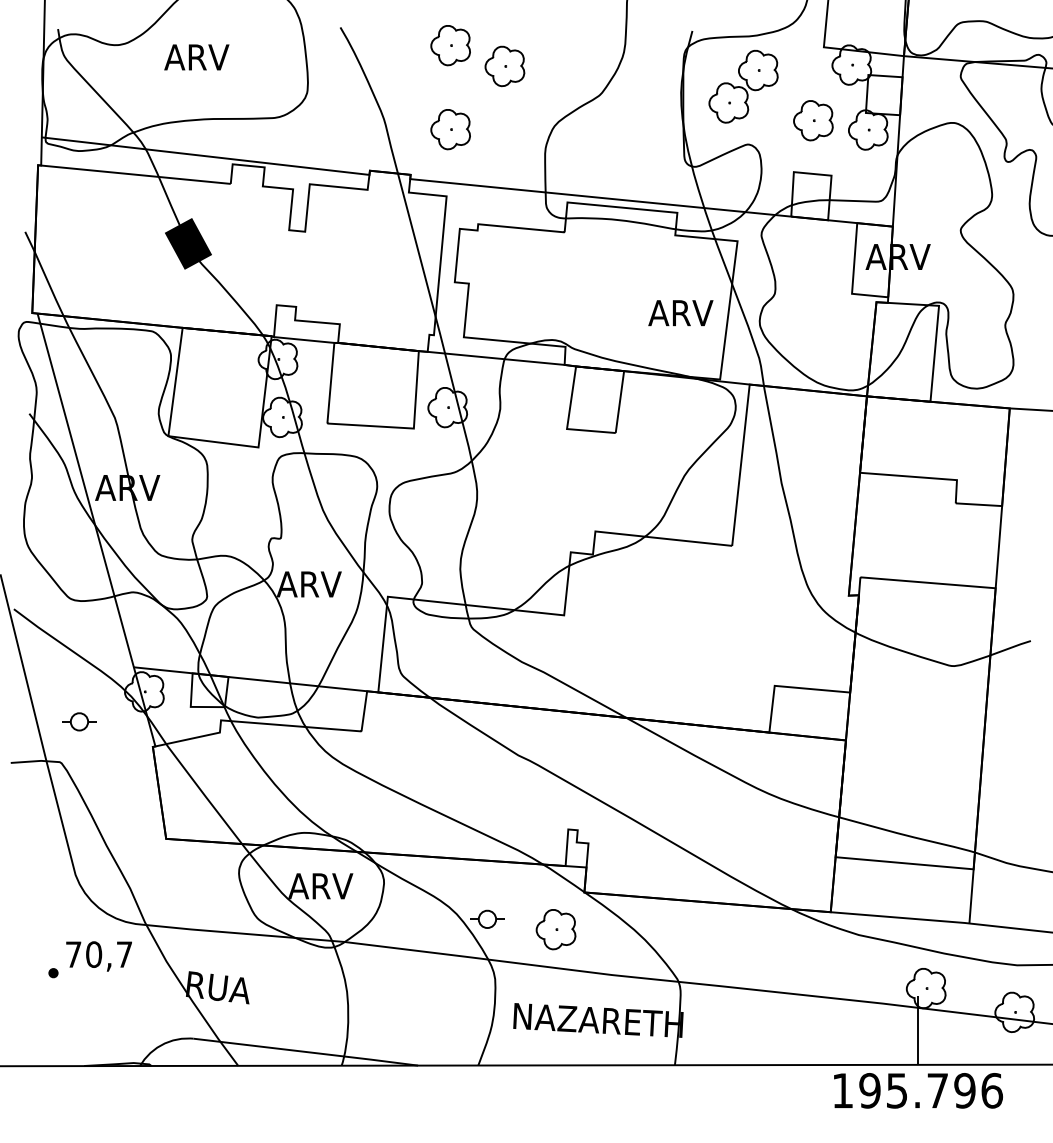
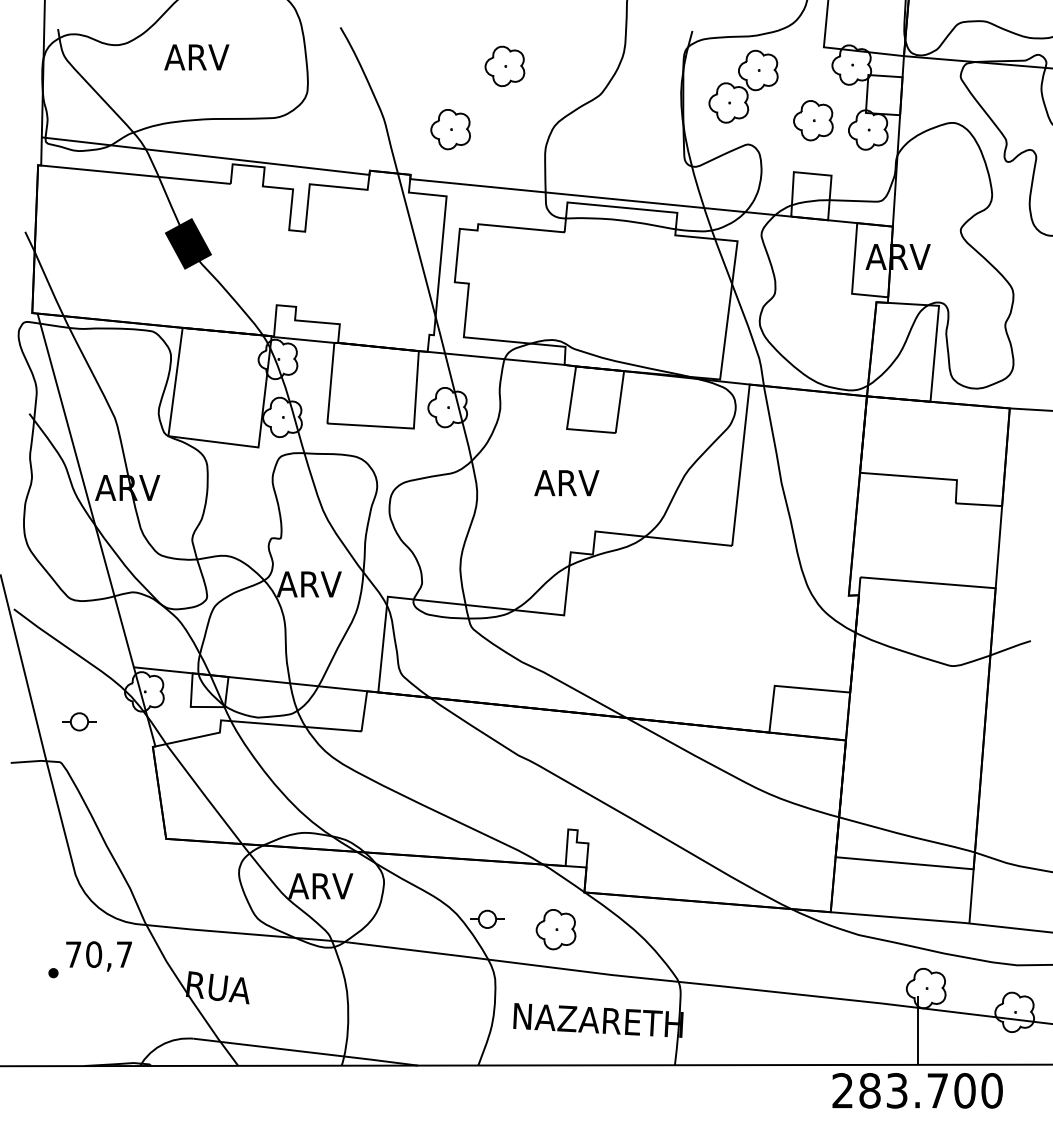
part at (450, 45): present -> none
text at (680, 313) position: (680, 313) -> (566, 483)
text at (917, 1090): 195.796 -> 283.700
